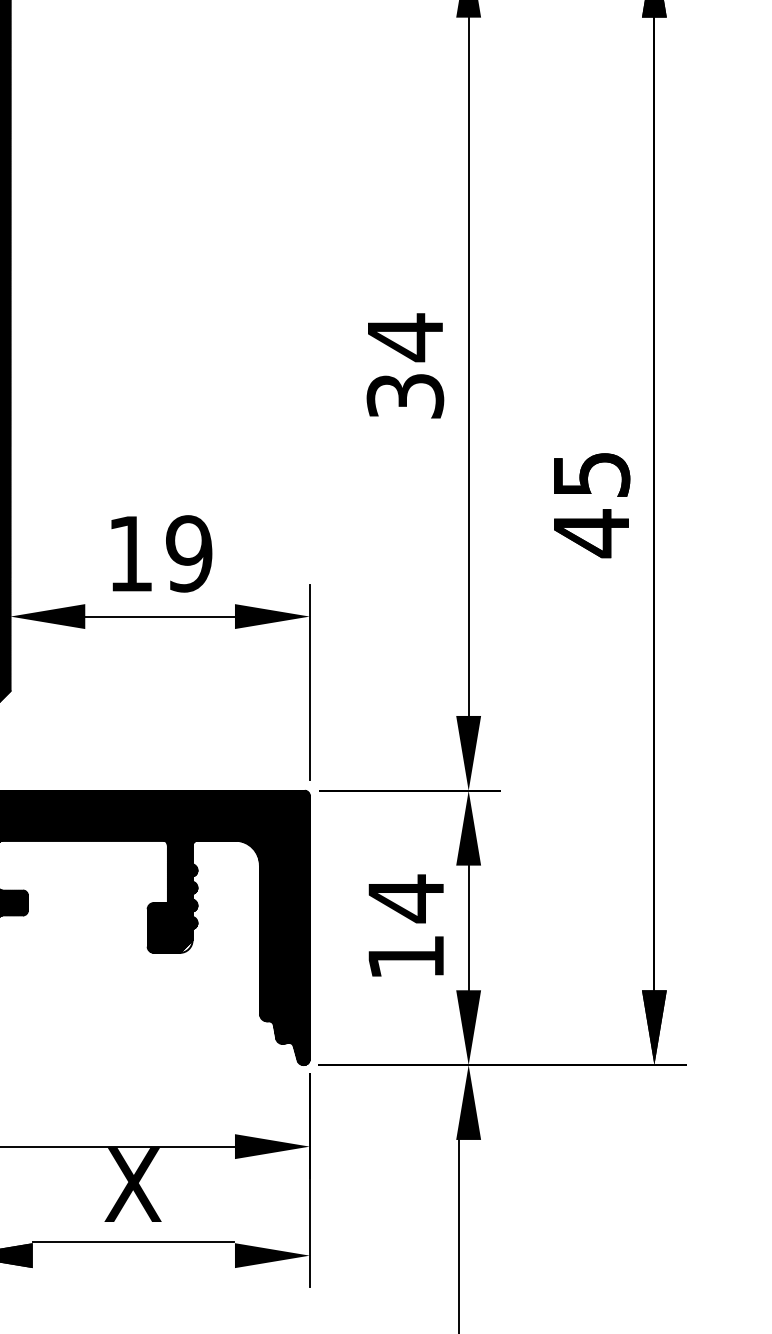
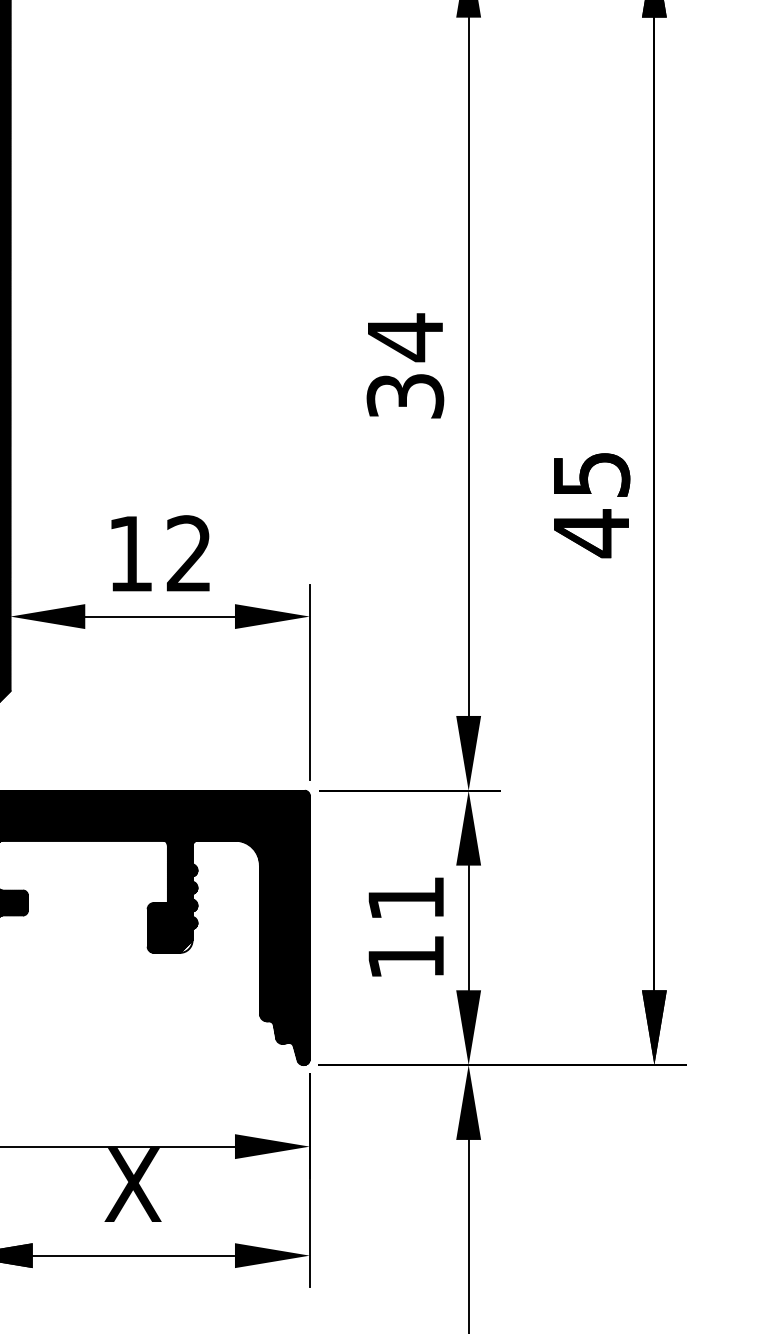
text at (189, 553): 19 -> 12
text at (405, 898): 14 -> 11
line at (458, 1234) position: (458, 1234) -> (468, 1234)
line at (132, 1241) position: (132, 1241) -> (132, 1255)
